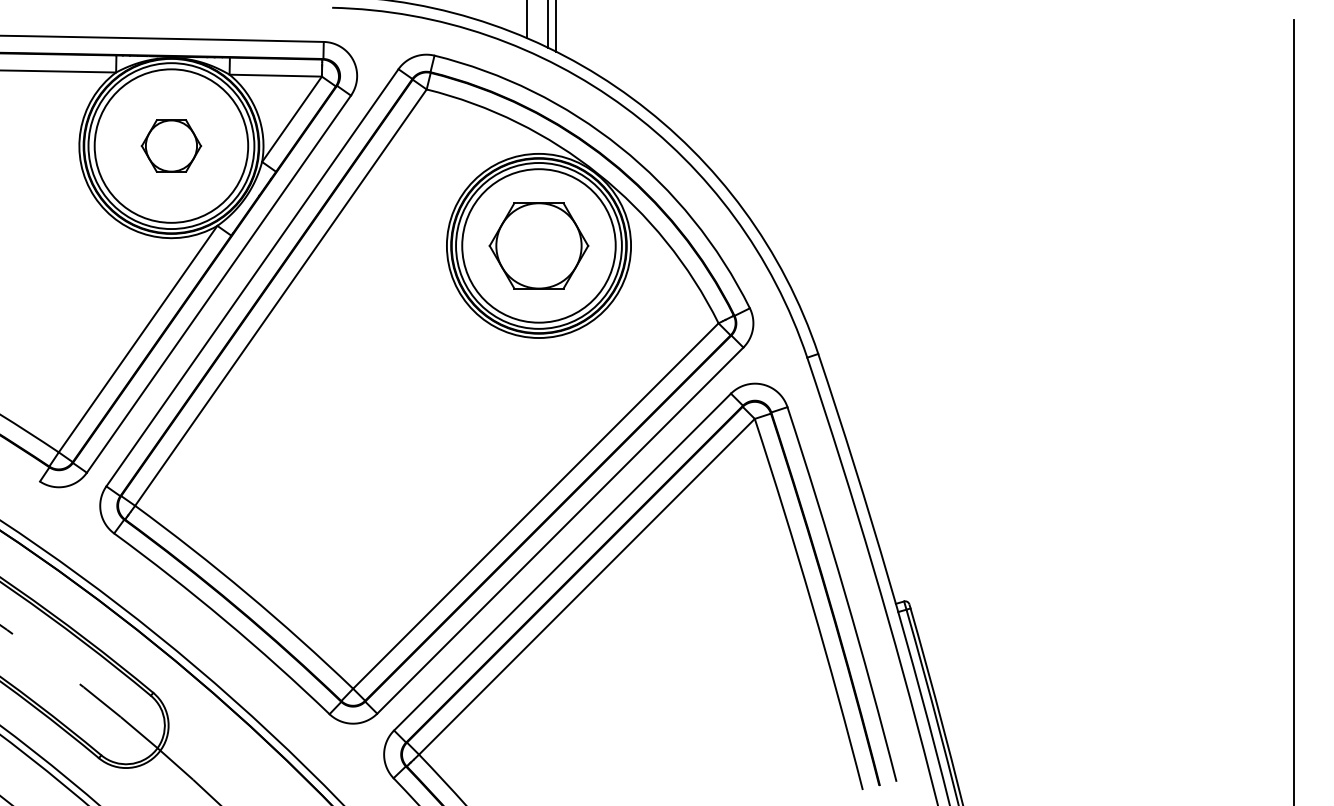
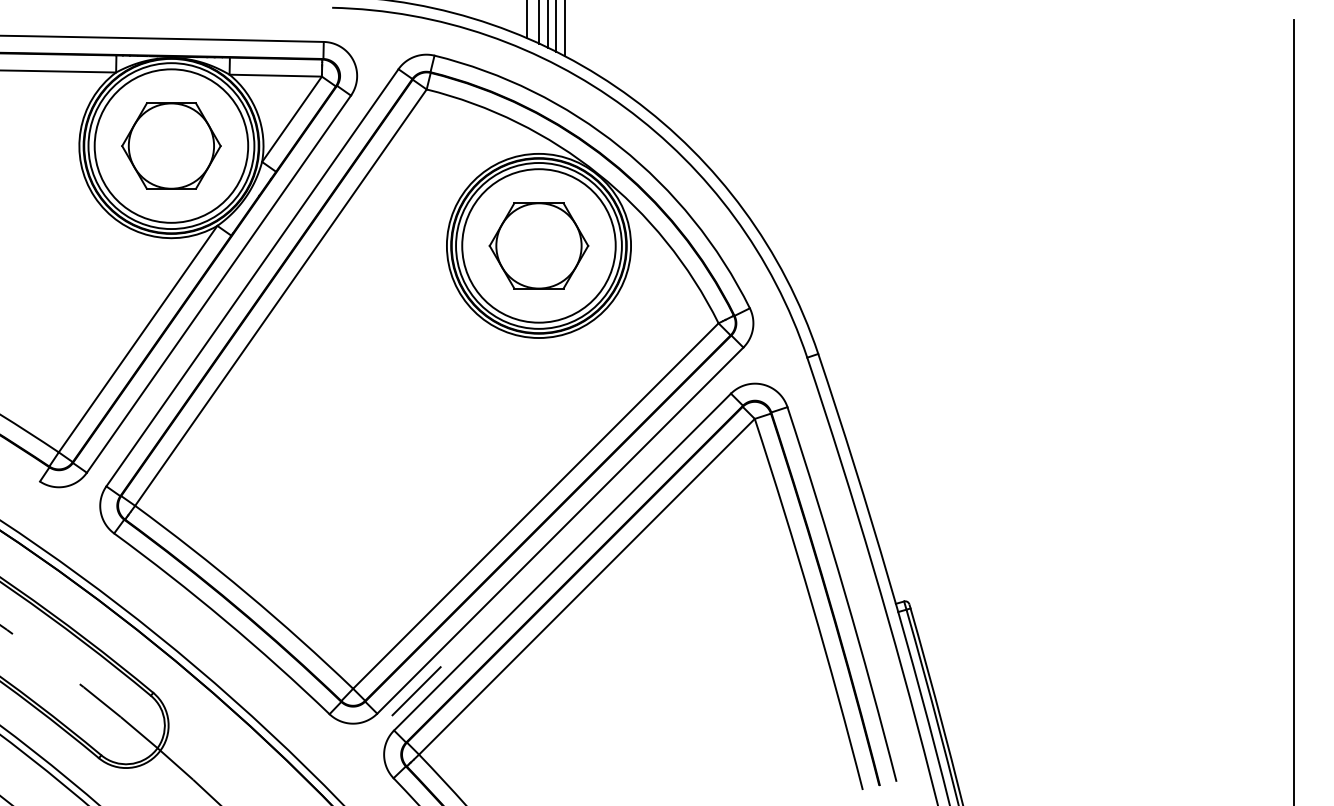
line at (539, 22): none -> present
line at (564, 29): none -> present
part at (171, 145) size: 63x54 px -> 101x88 px
line at (416, 691): none -> present
